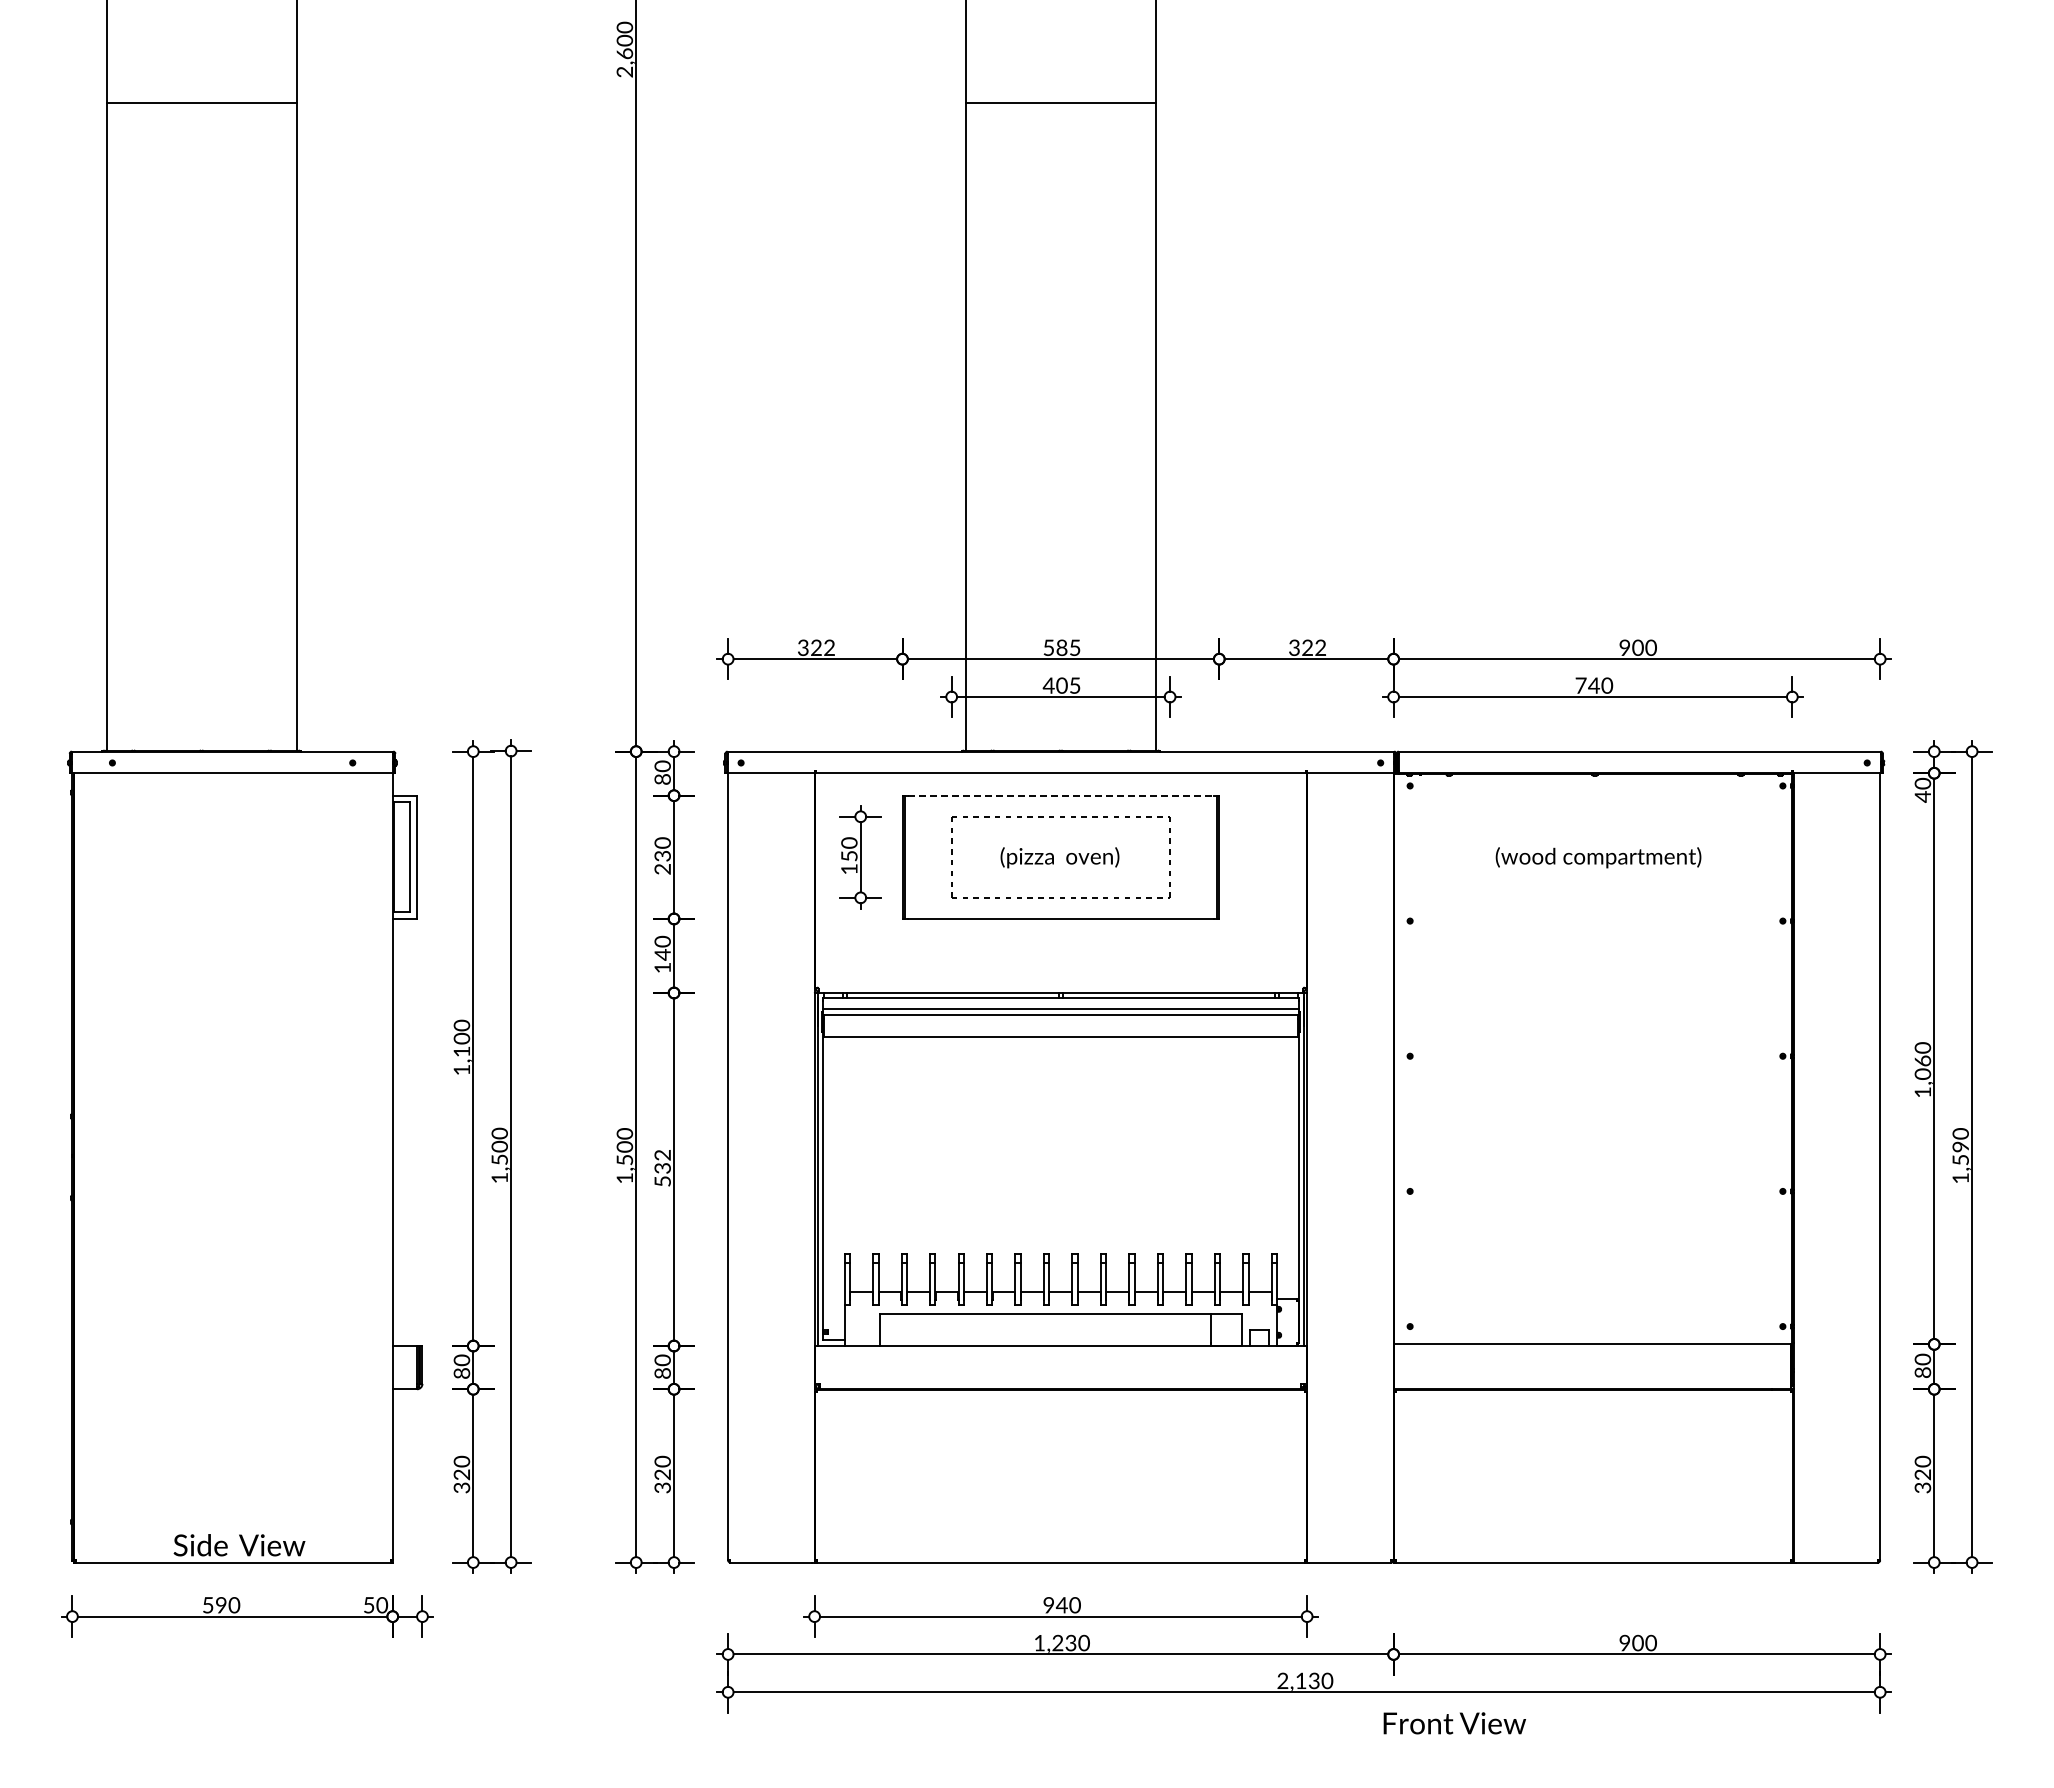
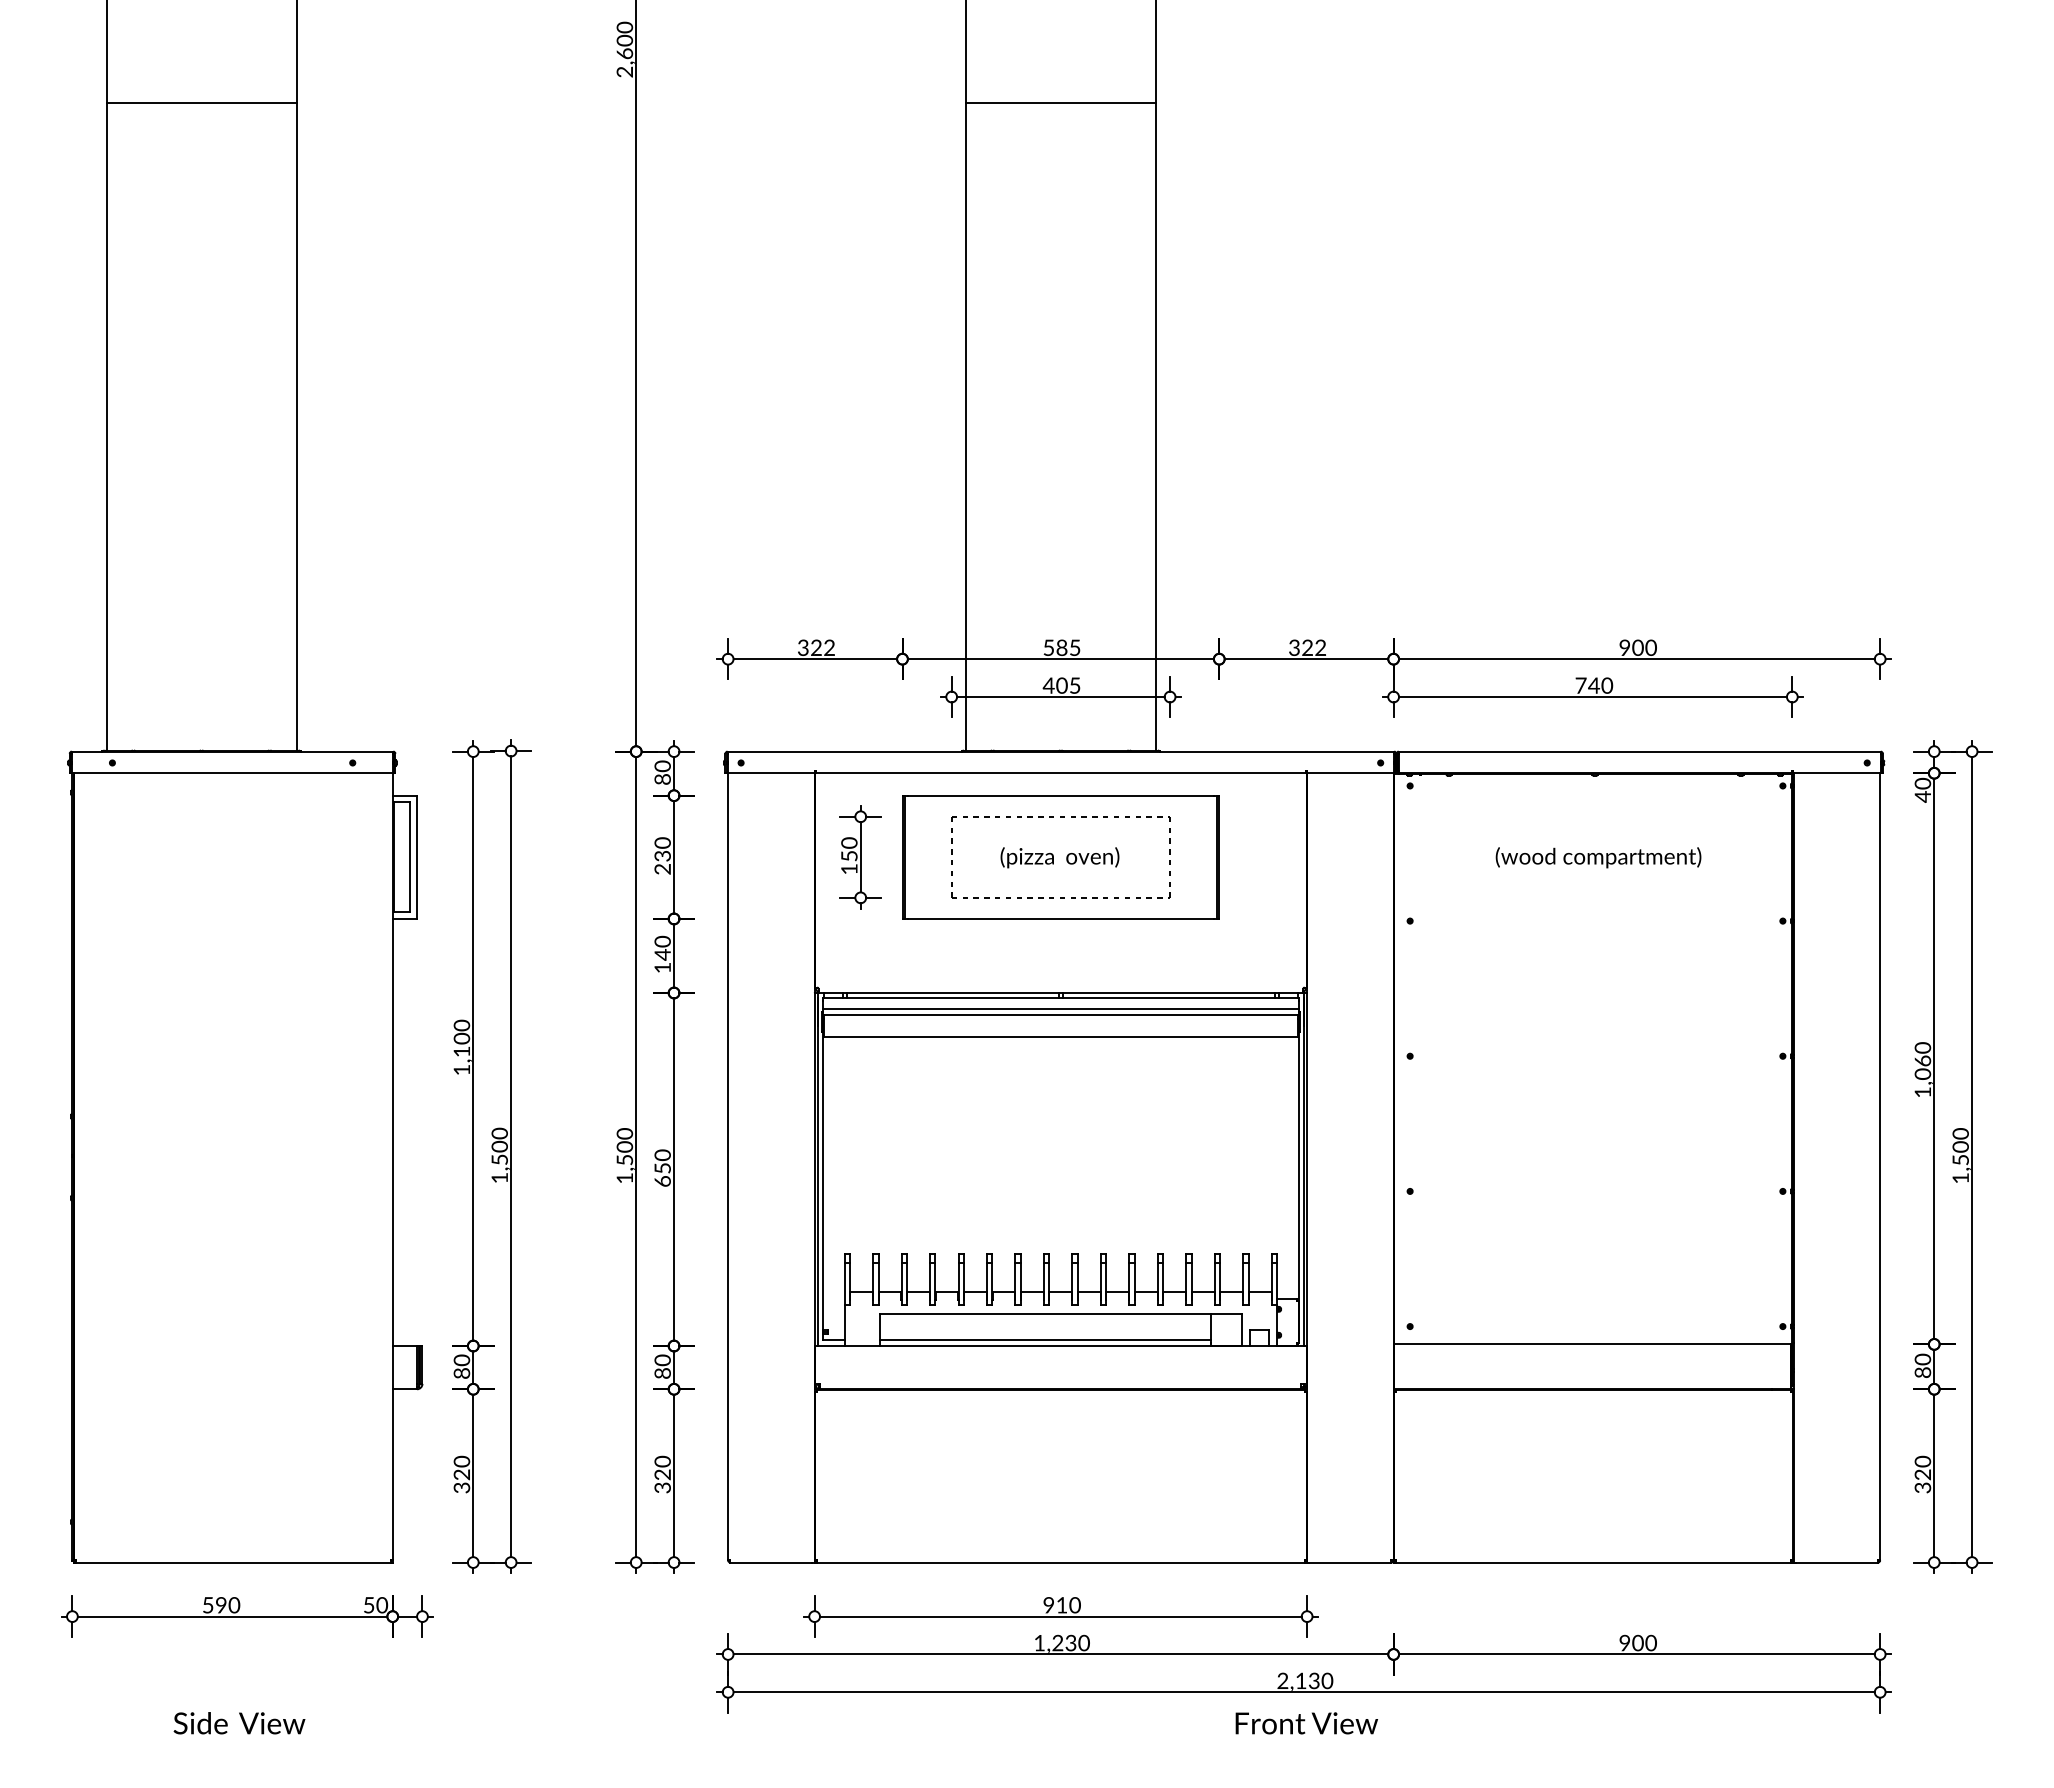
line at (1060, 795): dashed -> solid
text at (1961, 1146): 1,590 -> 1,500
text at (662, 1167): 532 -> 650
line at (1045, 1340): none -> present
text at (239, 1545) position: (239, 1545) -> (239, 1723)
text at (1061, 1605): 940 -> 910
text at (1454, 1723) position: (1454, 1723) -> (1306, 1723)
